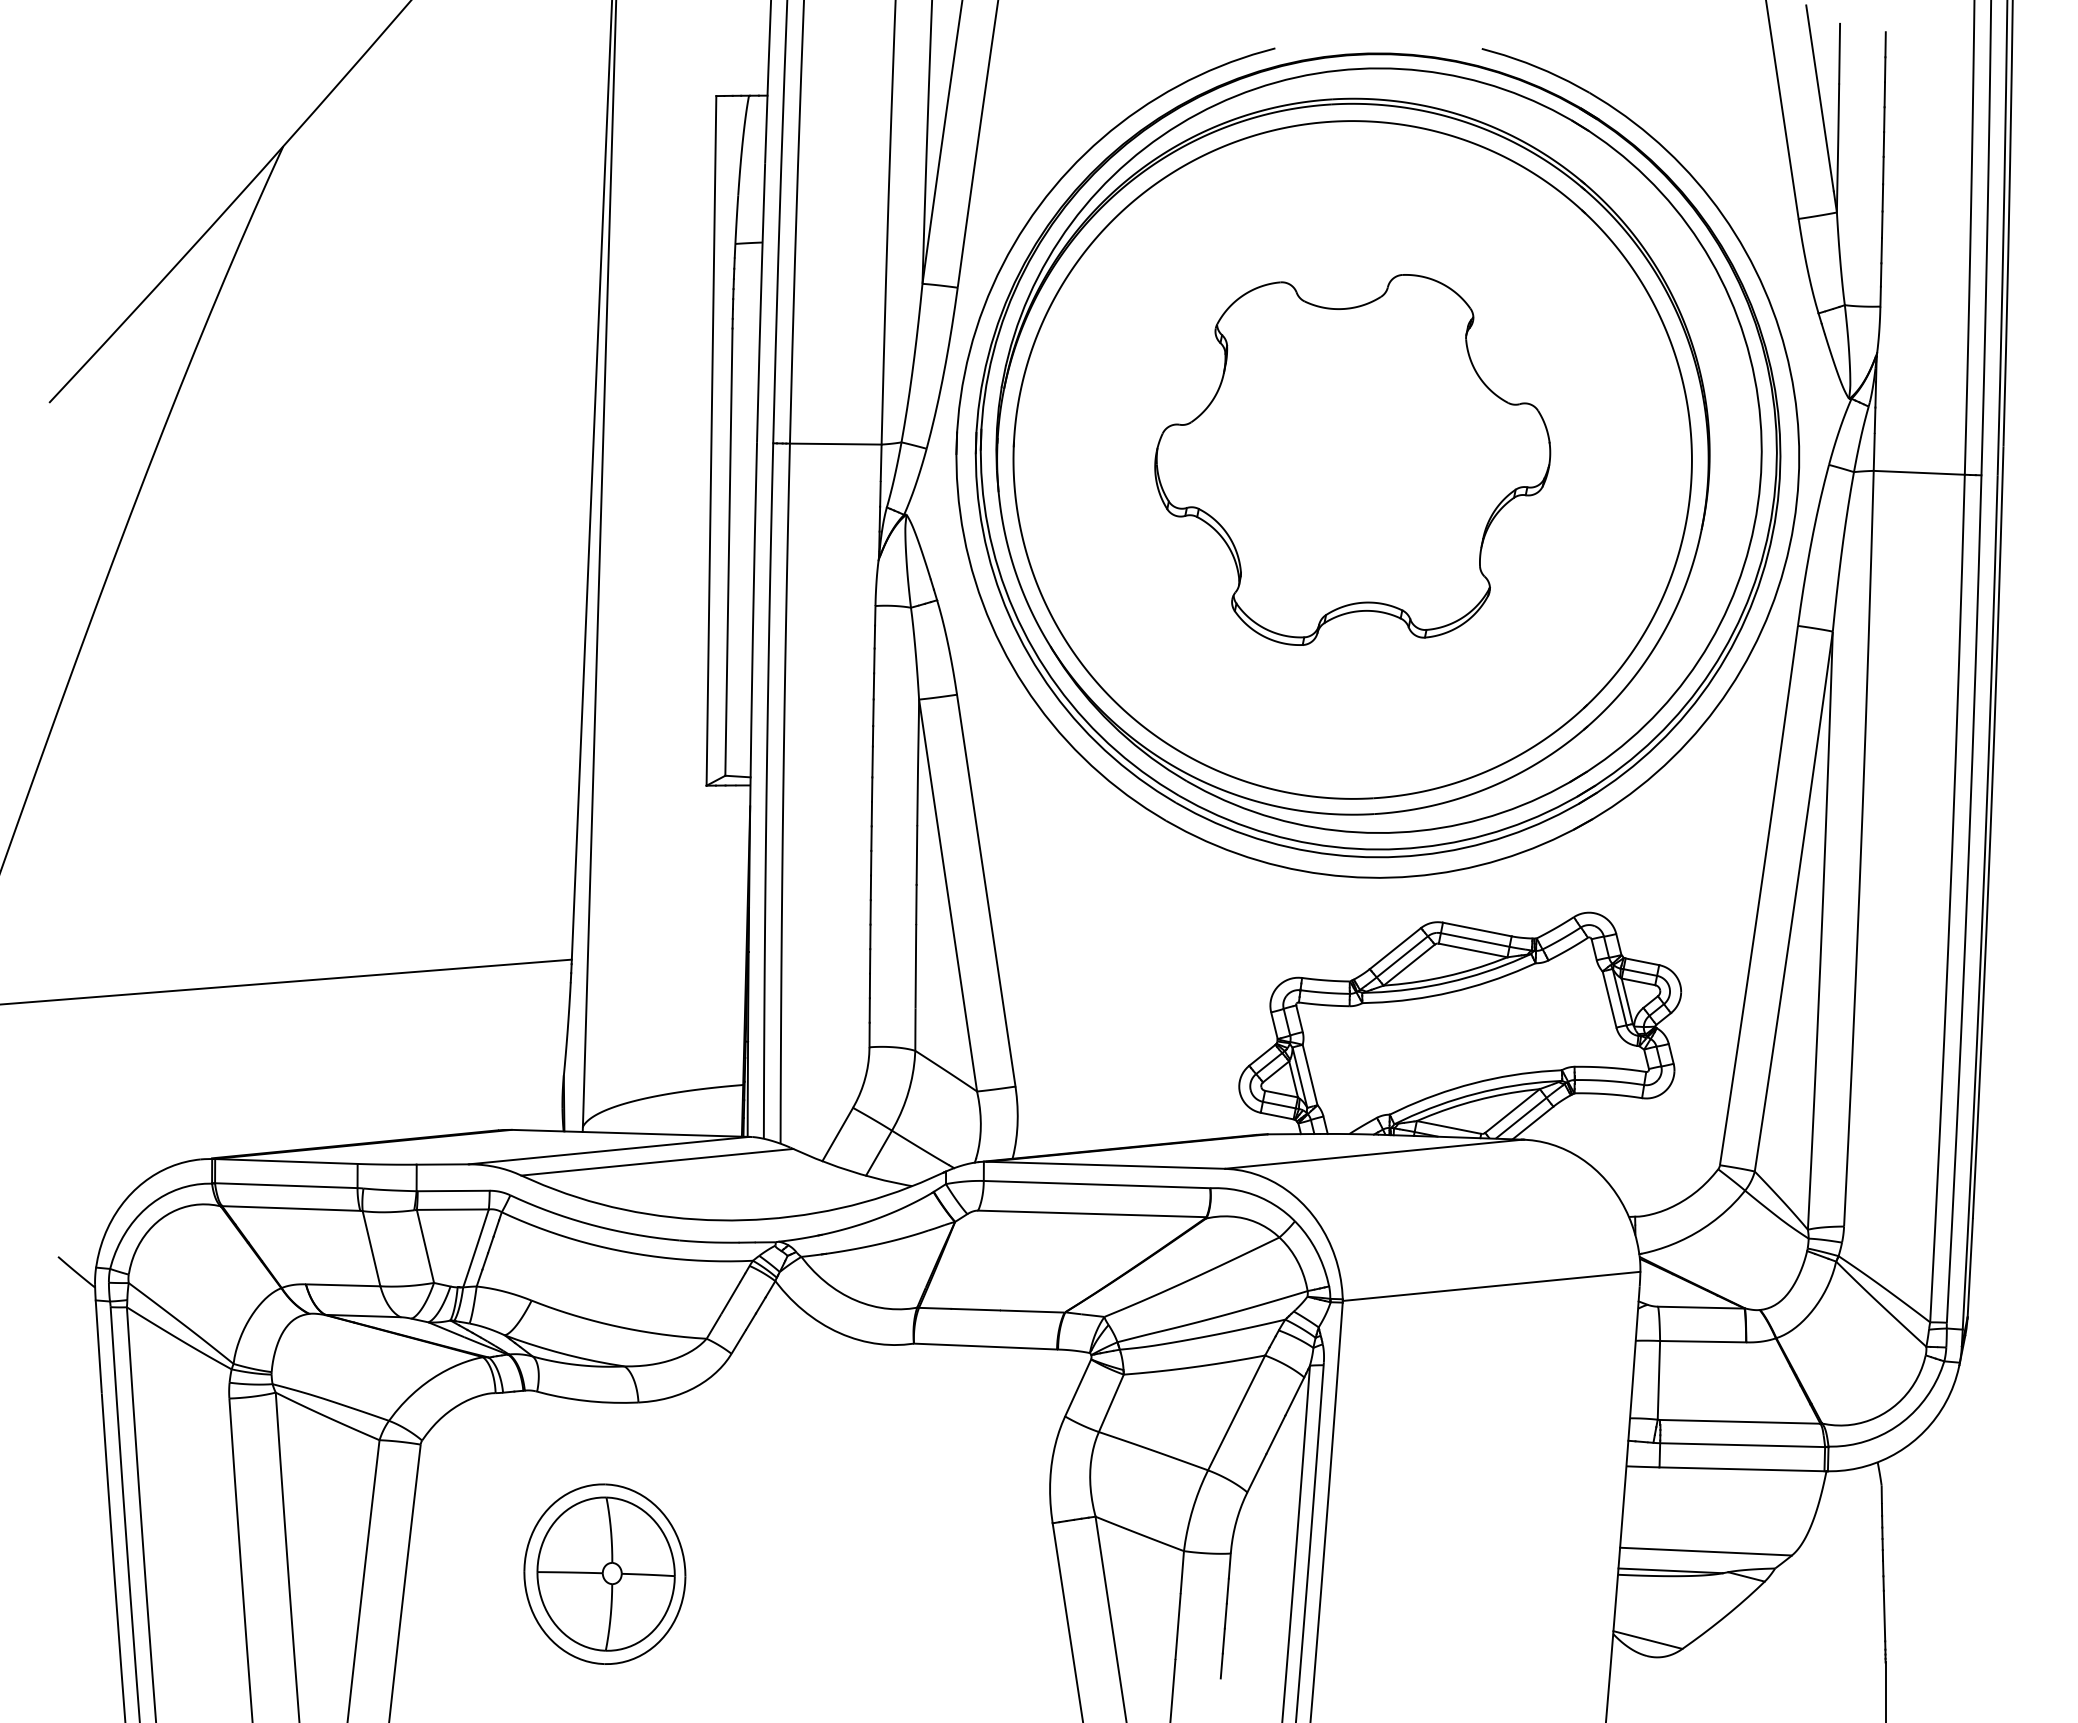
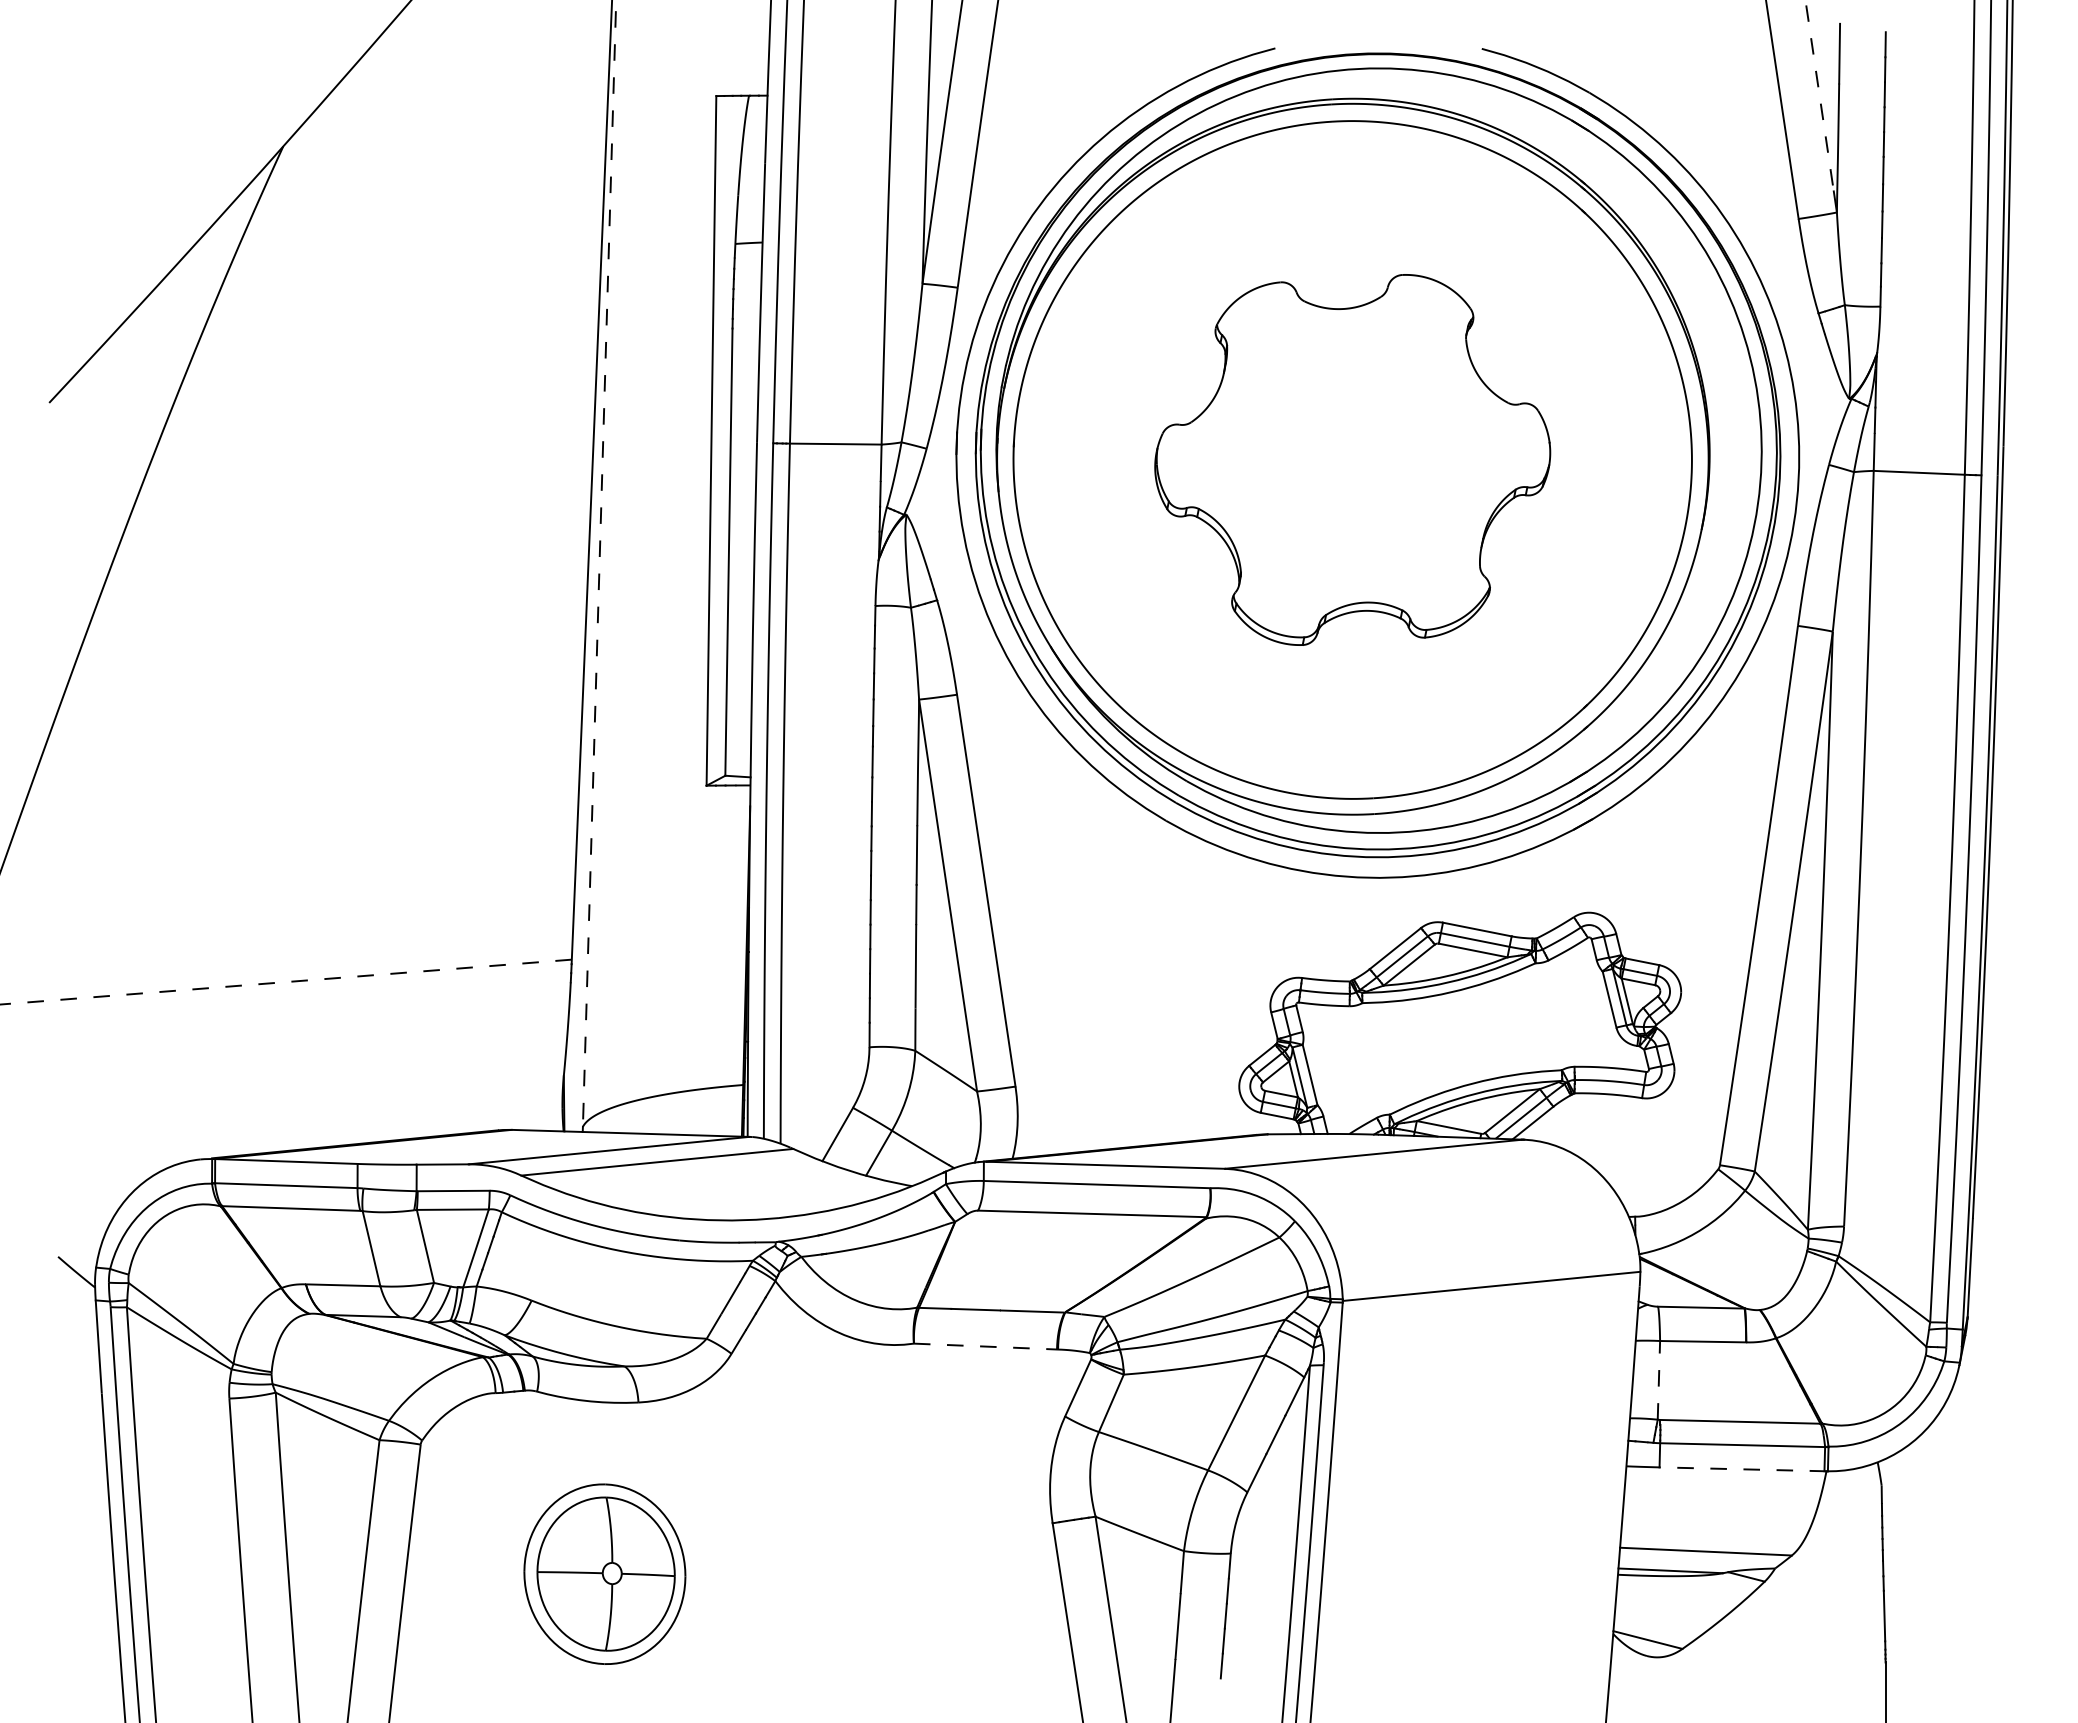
line at (1820, 98): solid -> dashed
line at (599, 564): solid -> dashed
line at (286, 982): solid -> dashed
line at (985, 1346): solid -> dashed
line at (1658, 1379): solid -> dashed
line at (1742, 1469): solid -> dashed
